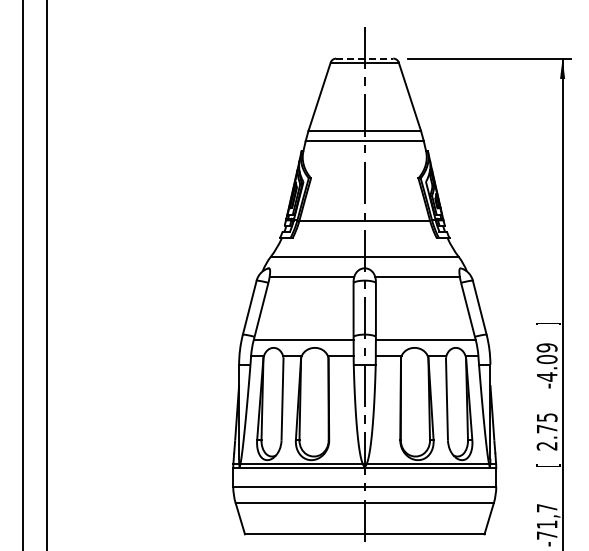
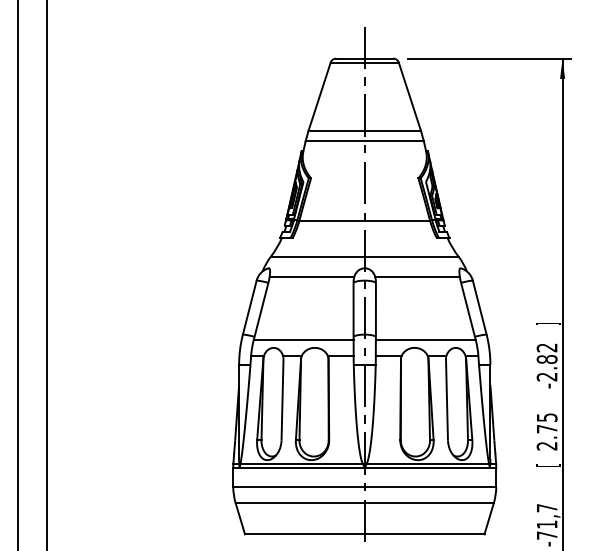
line at (364, 58): dashed -> solid
line at (22, 274) position: (22, 274) -> (17, 274)
text at (546, 362): -4.09 -> -2.82
